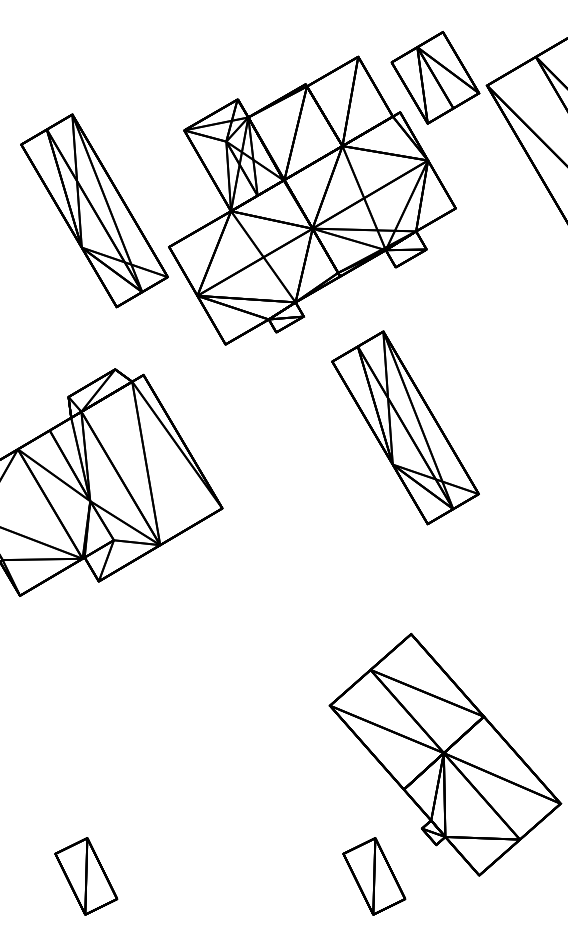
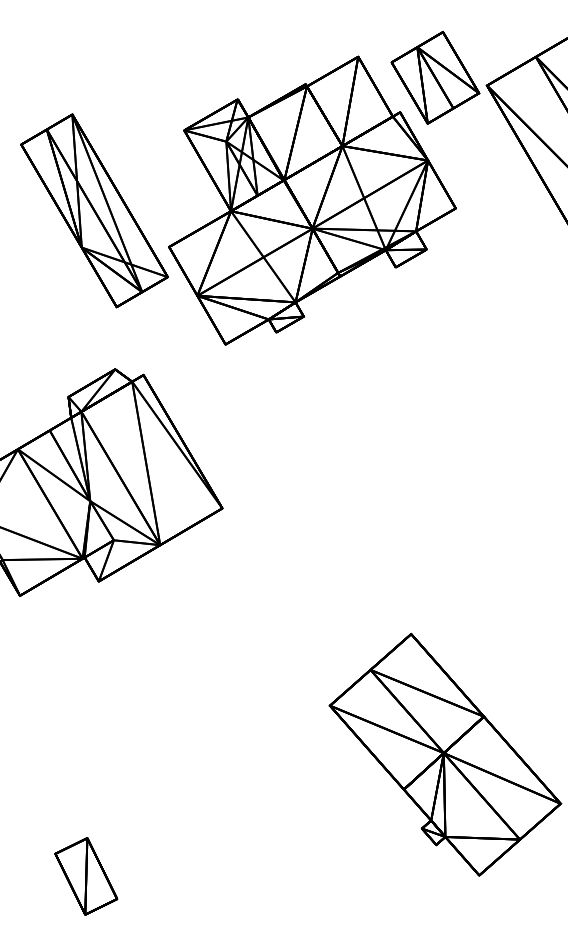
part at (405, 427): present -> none
part at (374, 876): present -> none
